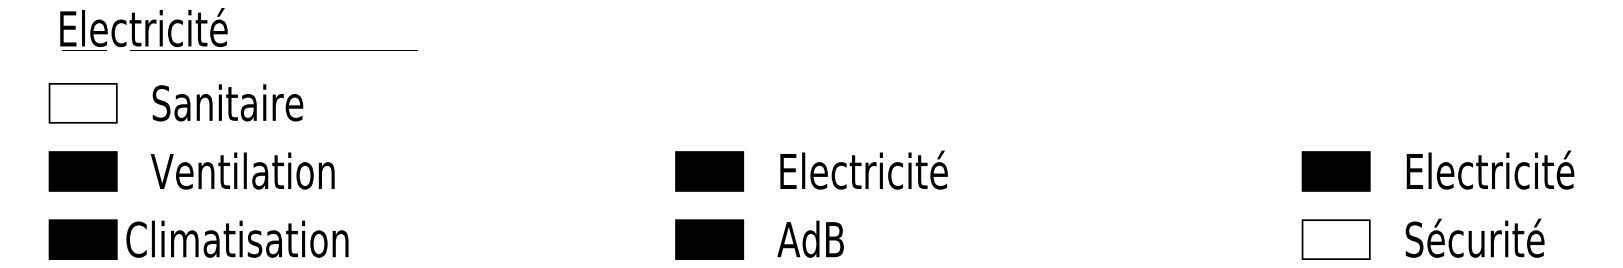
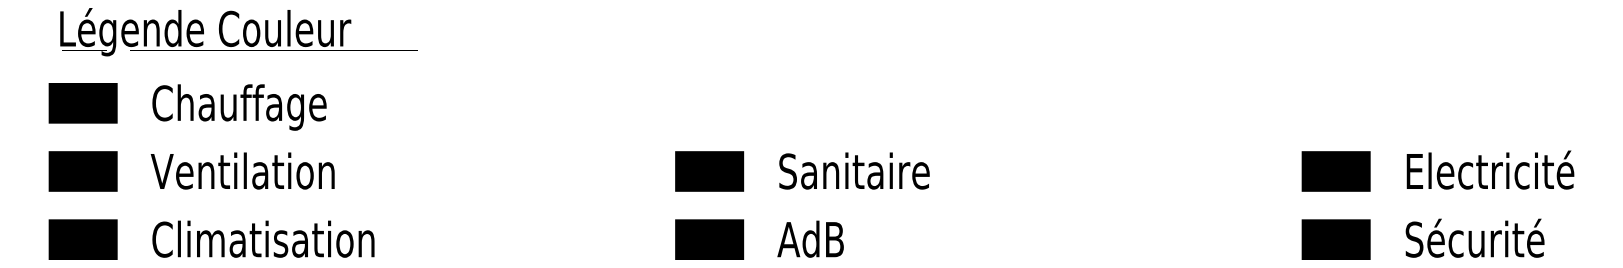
text at (207, 32): Electricité -> Légende Couleur
fill at (82, 102): none -> present
text at (239, 107): Sanitaire -> Chauffage
text at (863, 169): Electricité -> Sanitaire
text at (237, 238) position: (237, 238) -> (263, 238)
fill at (1335, 239): none -> present
